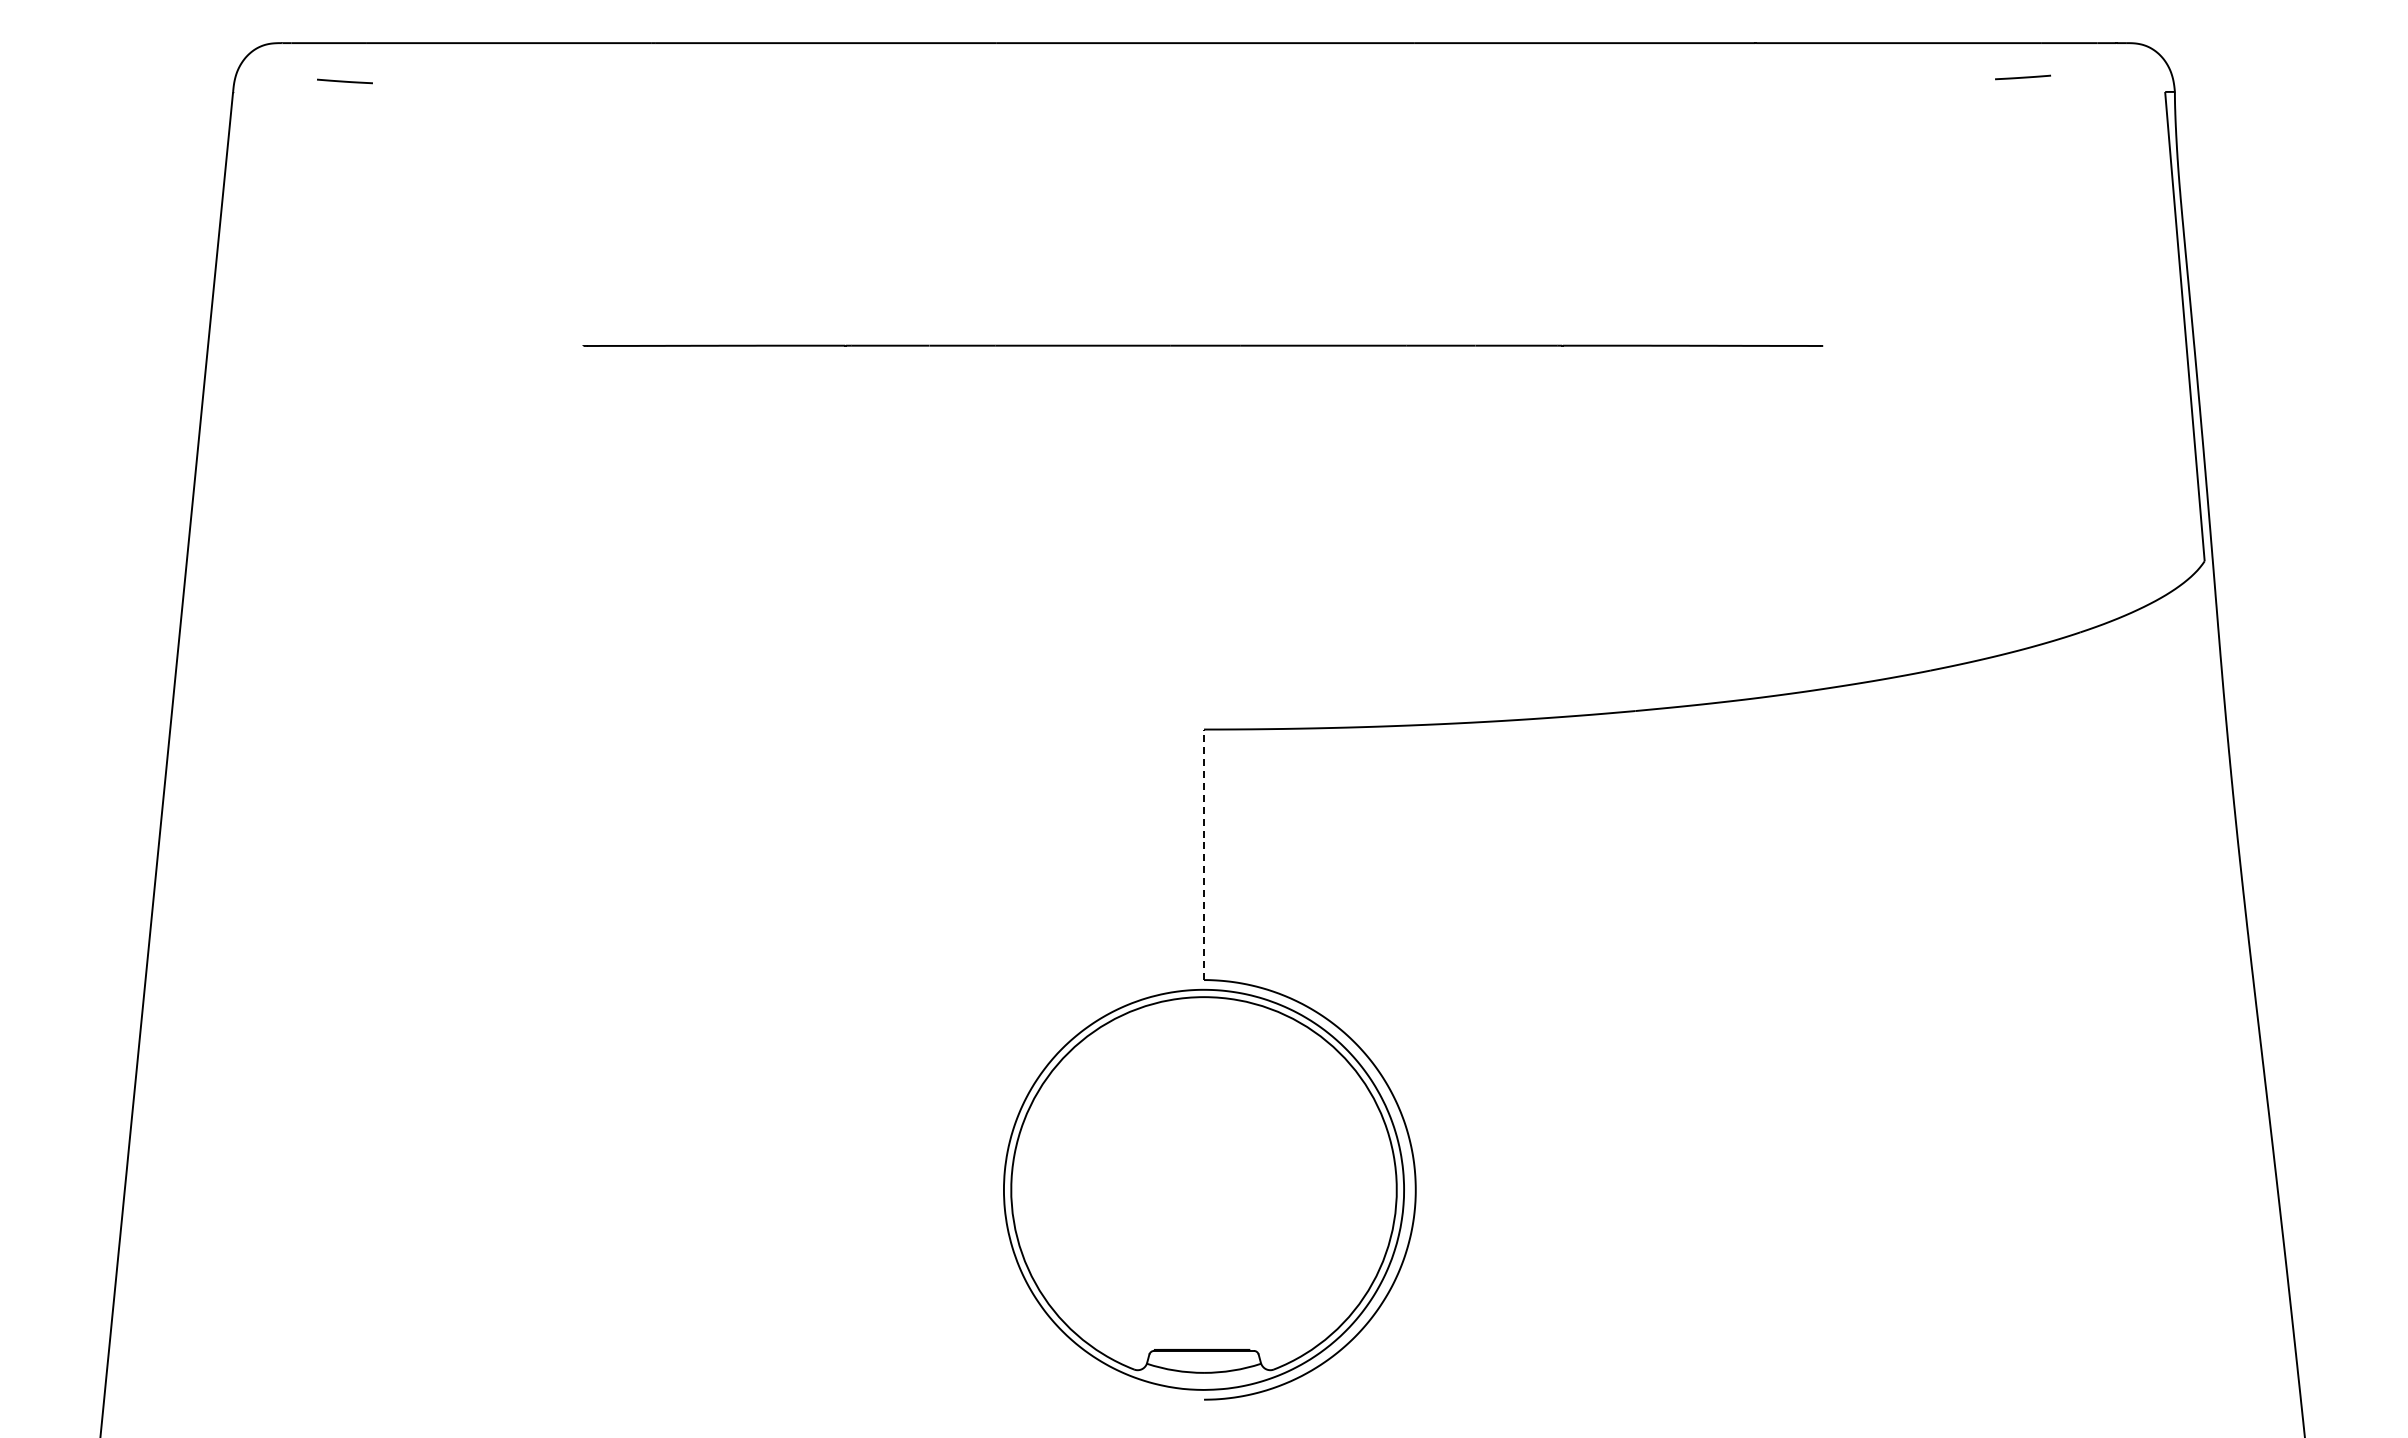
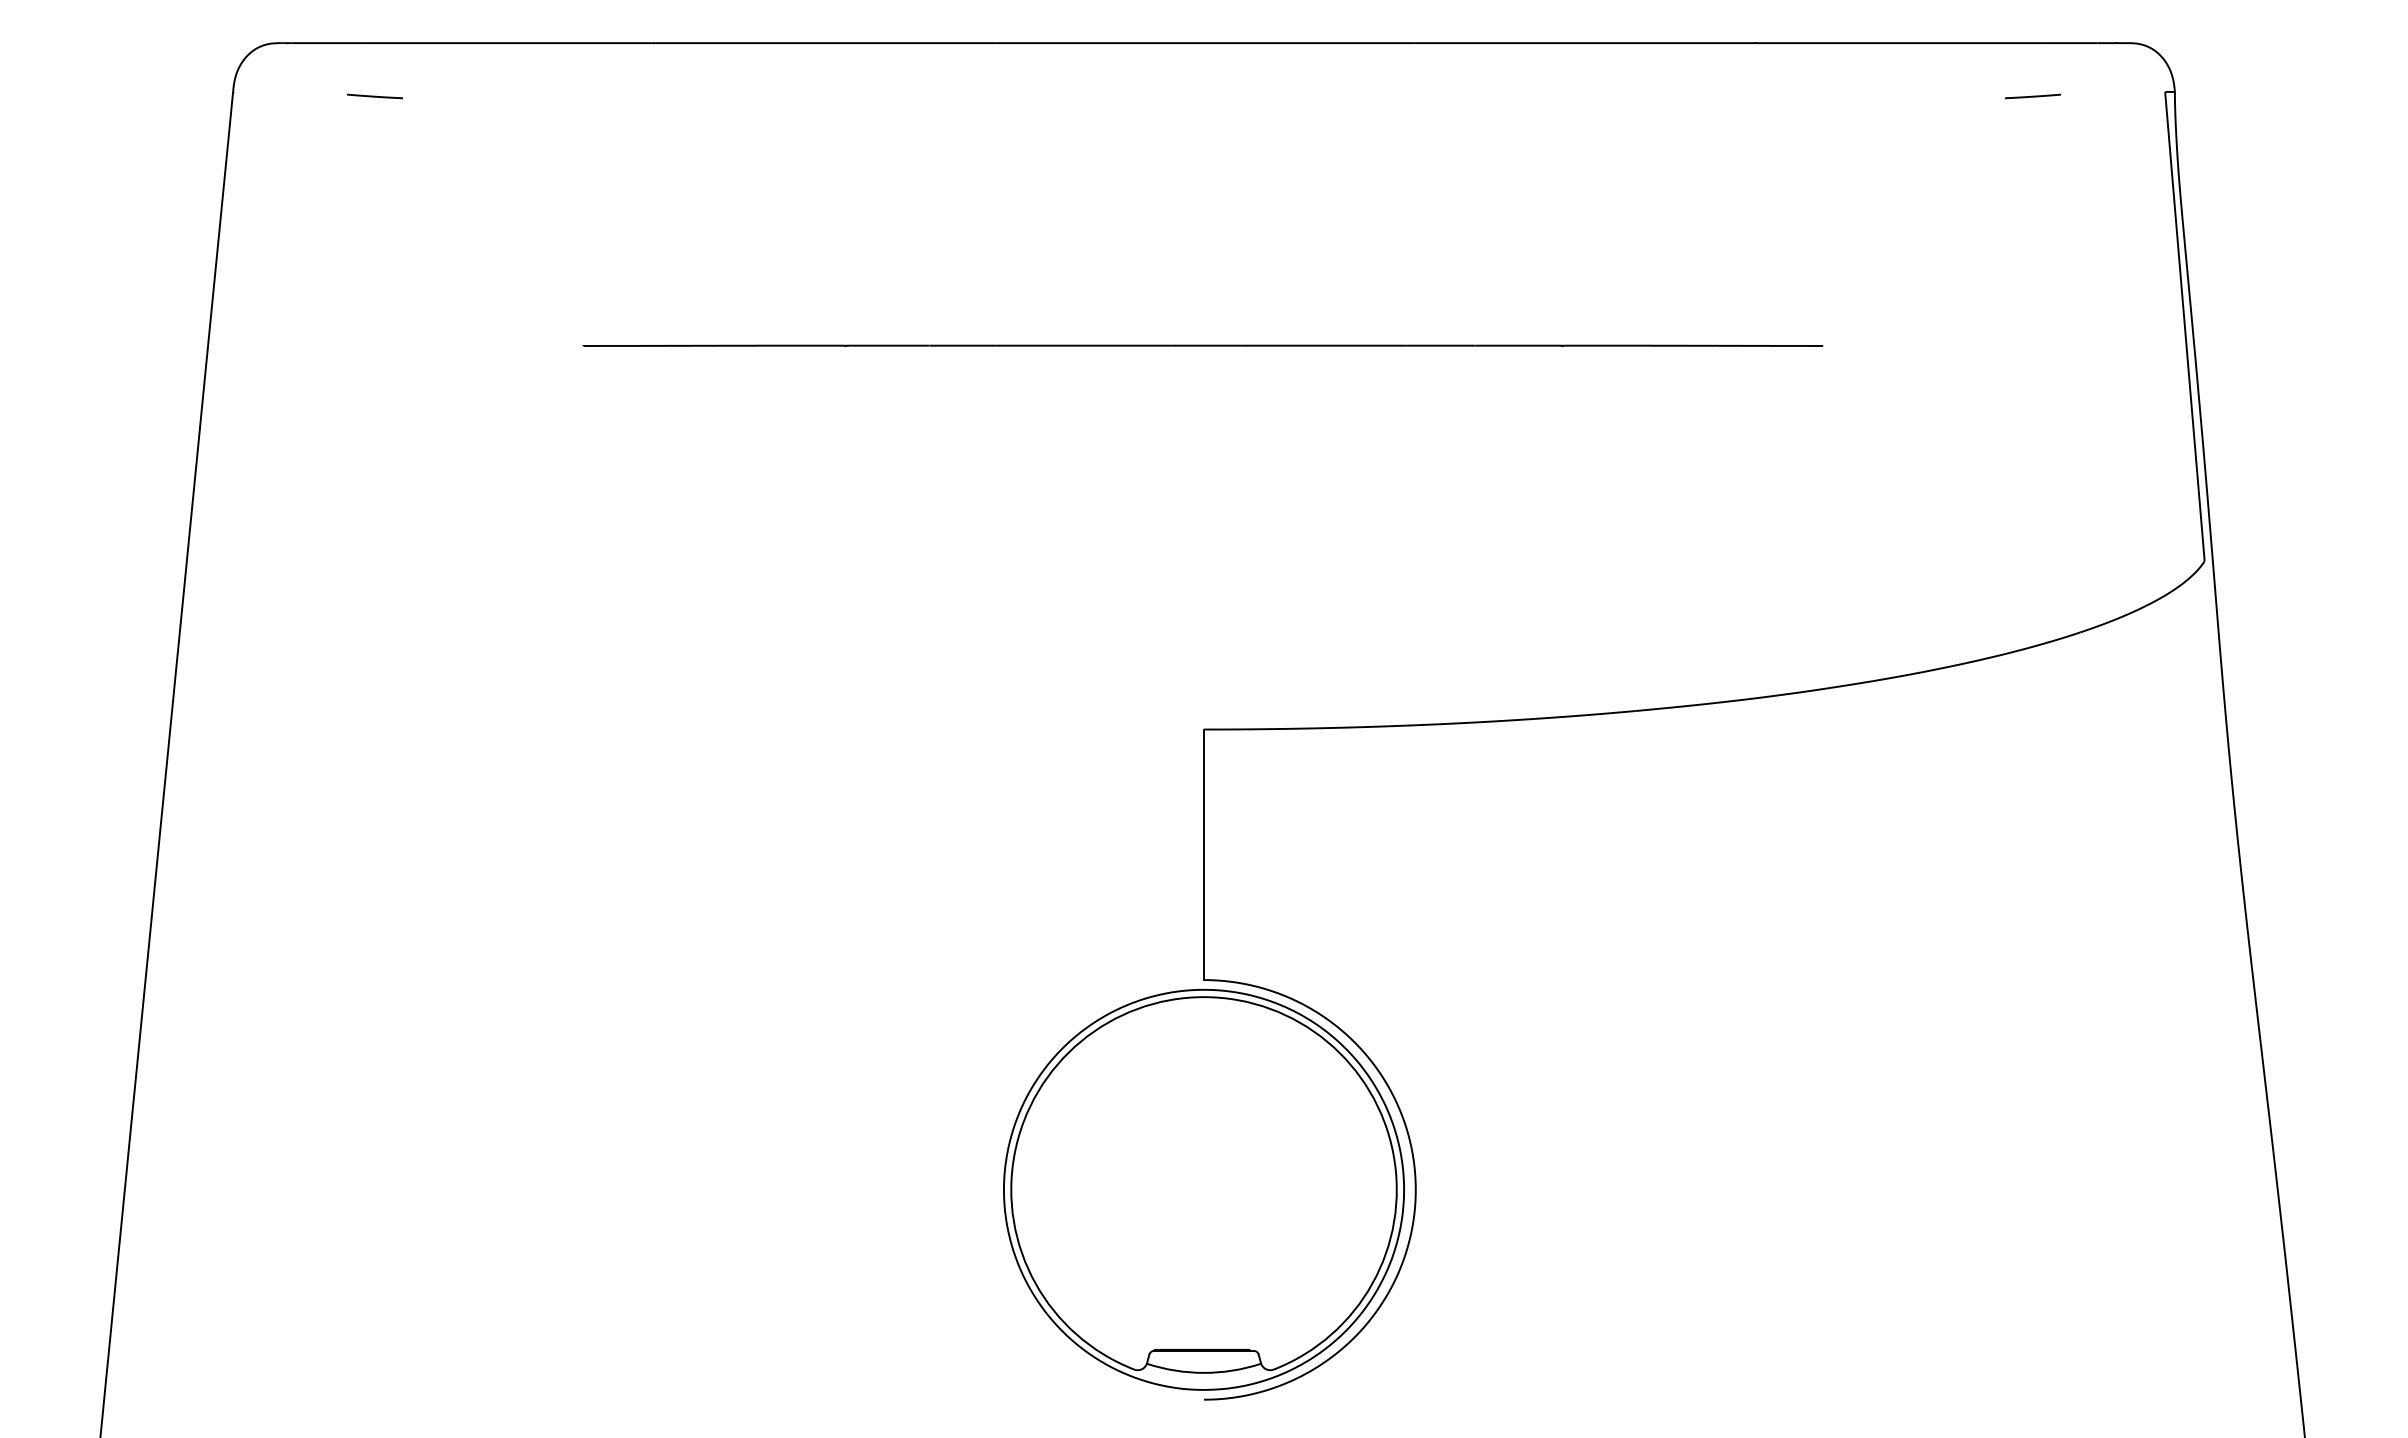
line at (2022, 77) position: (2022, 77) -> (2032, 96)
line at (344, 81) position: (344, 81) -> (374, 96)
line at (1204, 854): dashed -> solid
